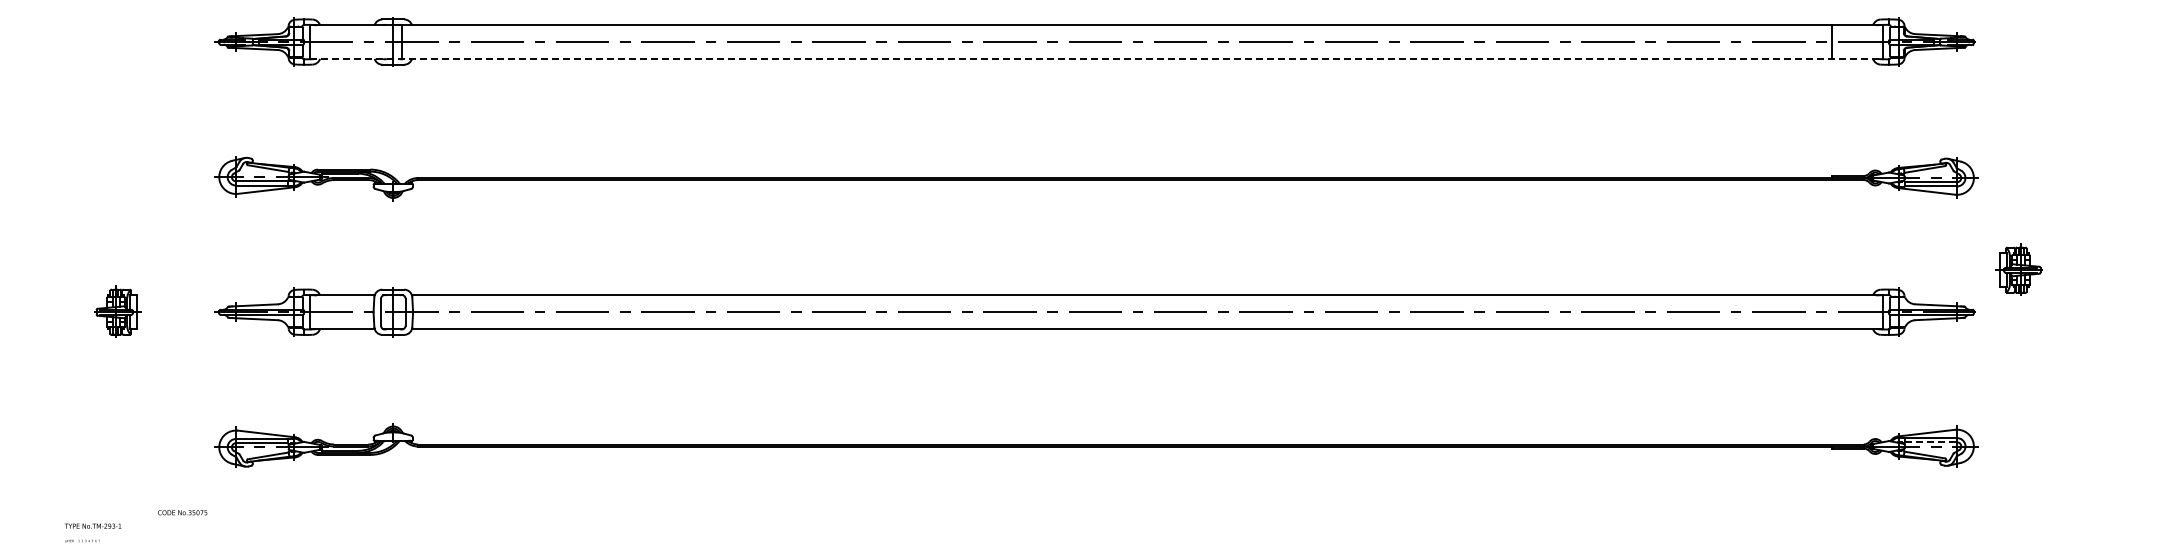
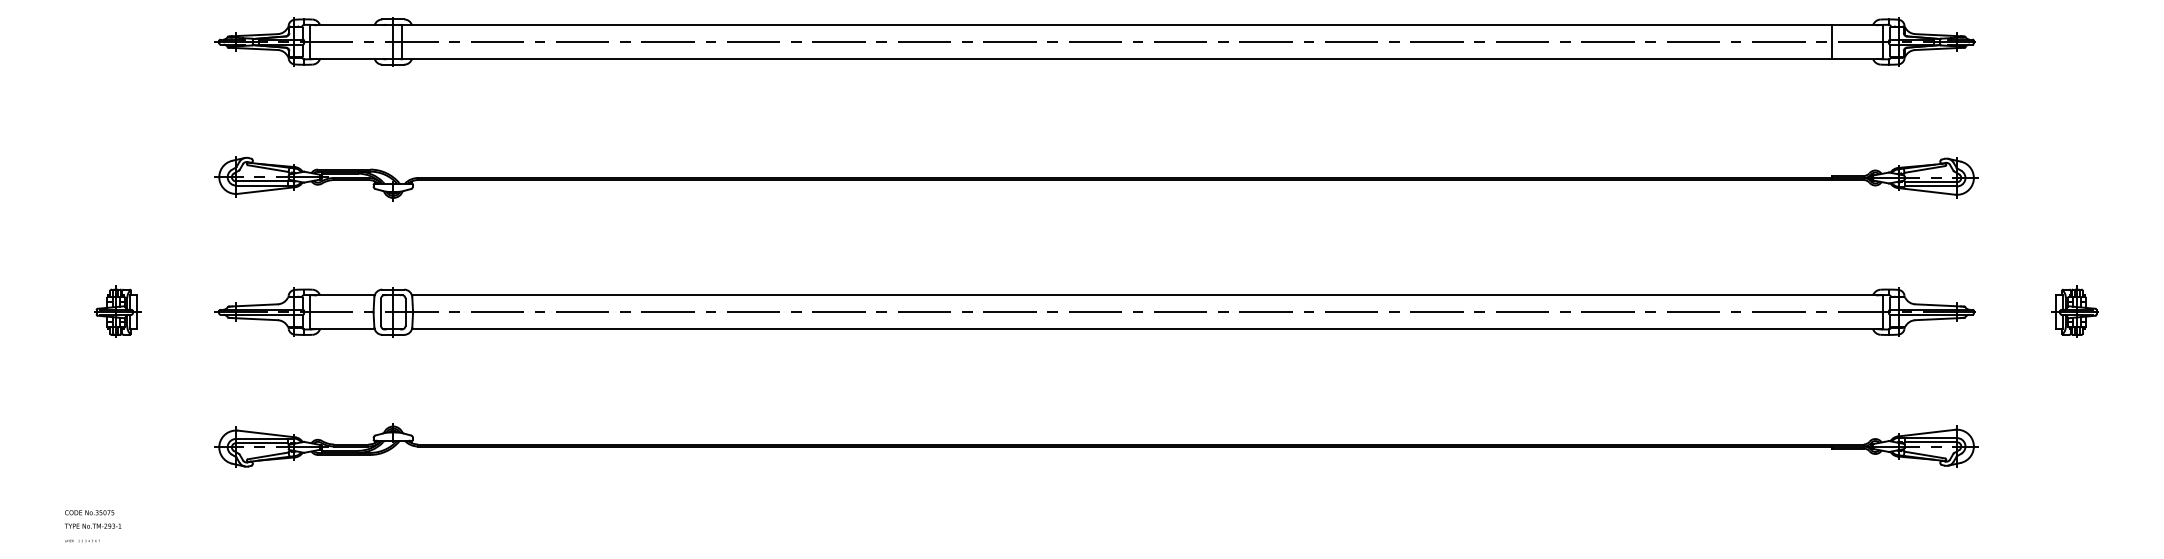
line at (1097, 58): dashed -> solid
part at (2018, 269) position: (2018, 269) -> (2074, 311)
line at (1931, 442): dashed -> solid
text at (182, 512) position: (182, 512) -> (89, 512)
